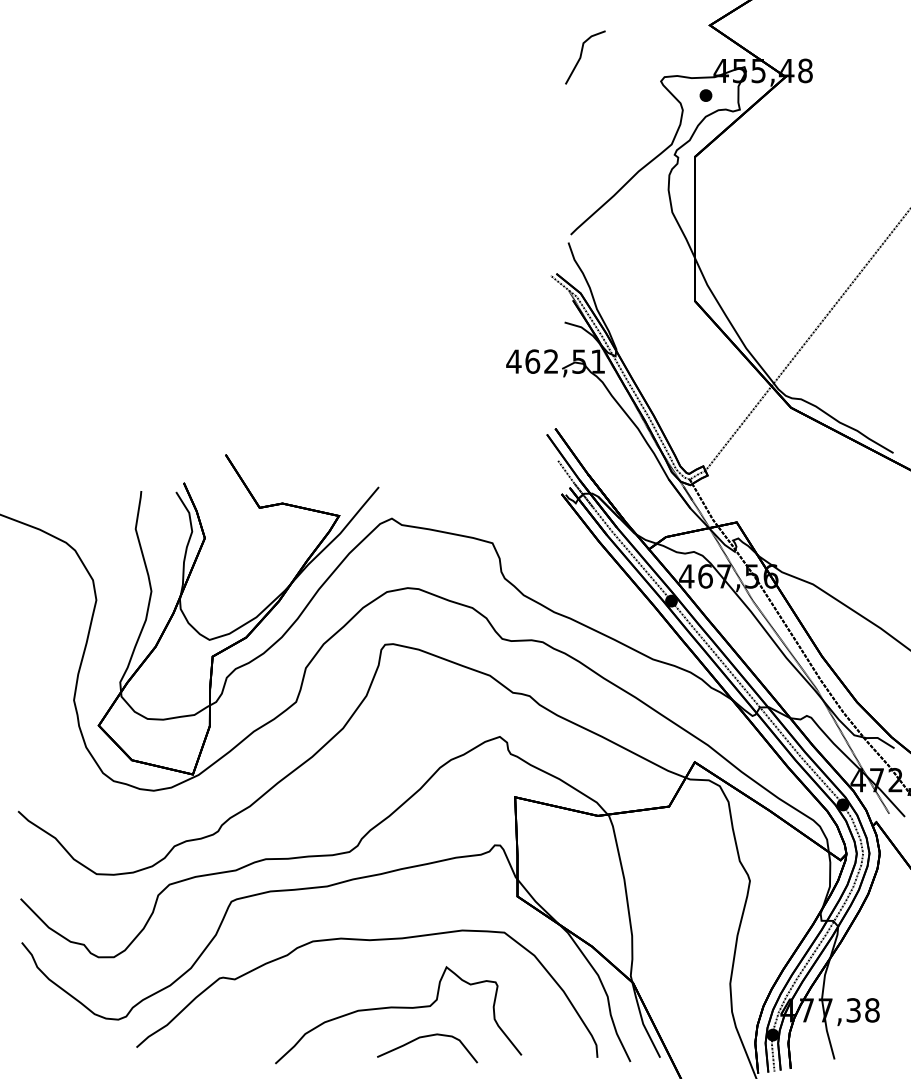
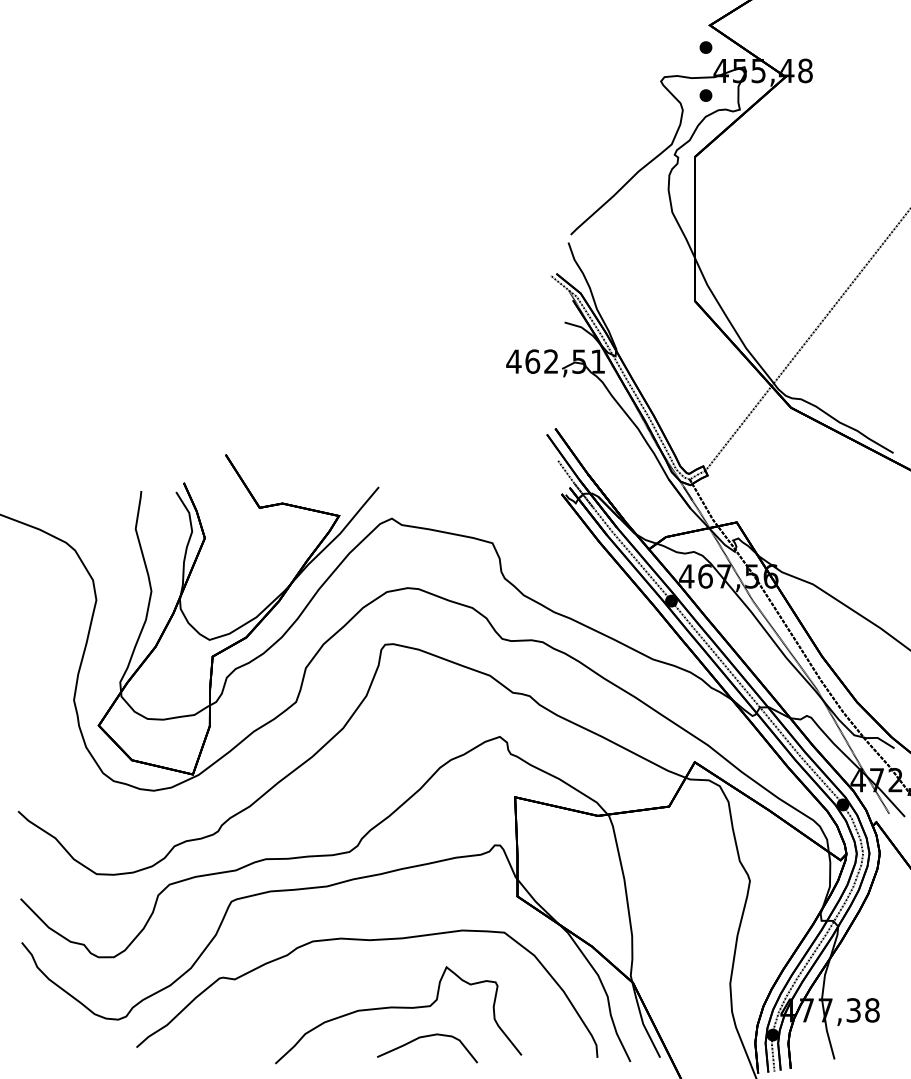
part at (705, 47): none -> present
part at (585, 57): present -> none
